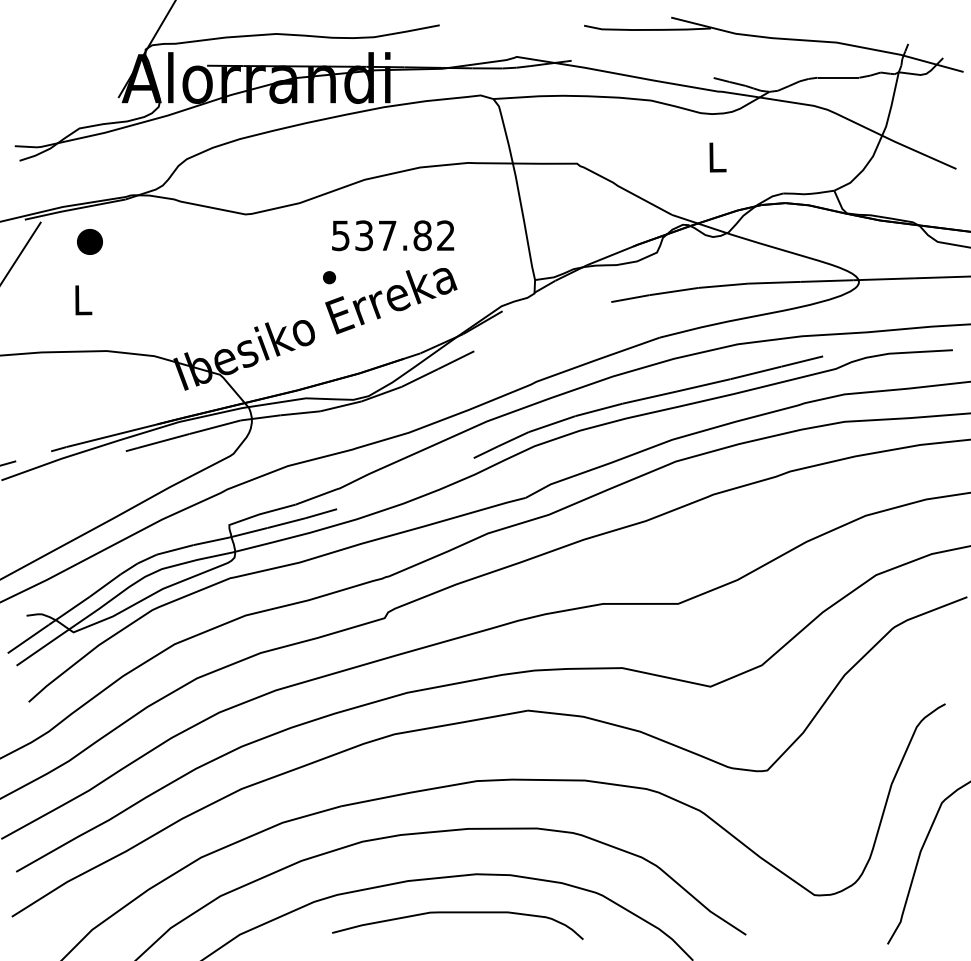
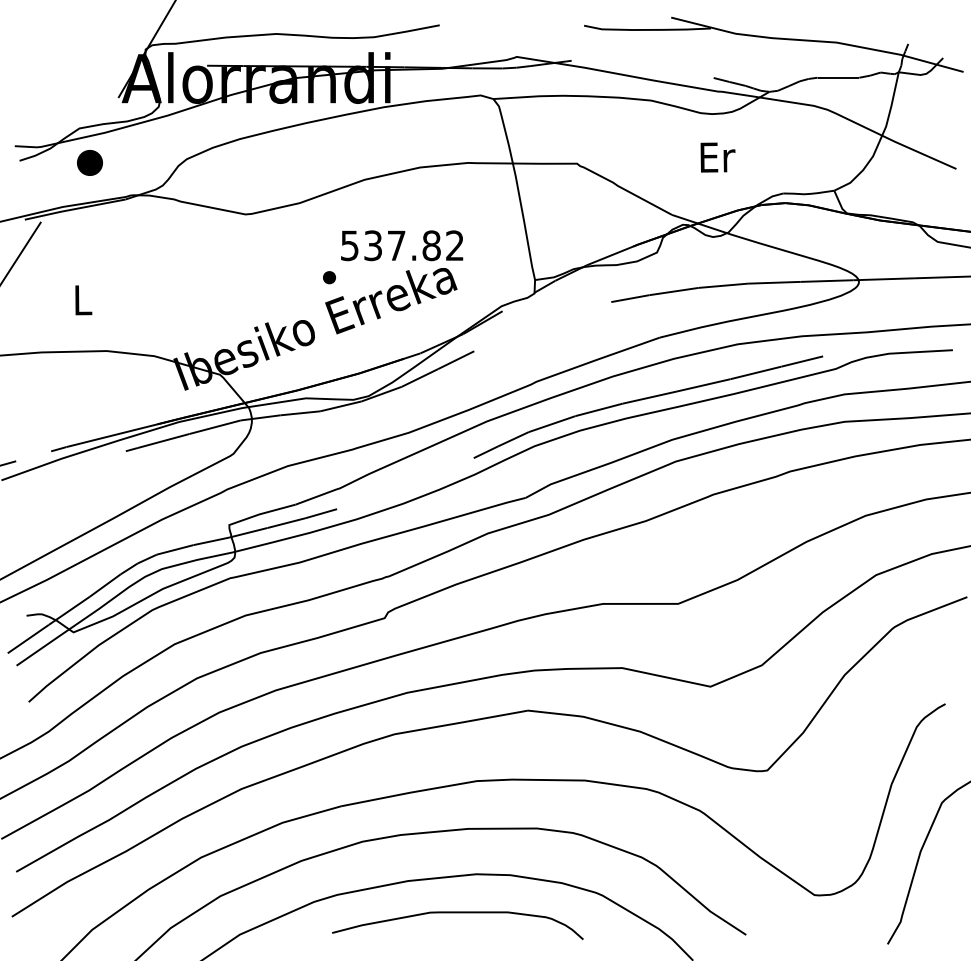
text at (717, 157): L -> Er
text at (393, 235) position: (393, 235) -> (402, 245)
part at (89, 241) position: (89, 241) -> (89, 162)
